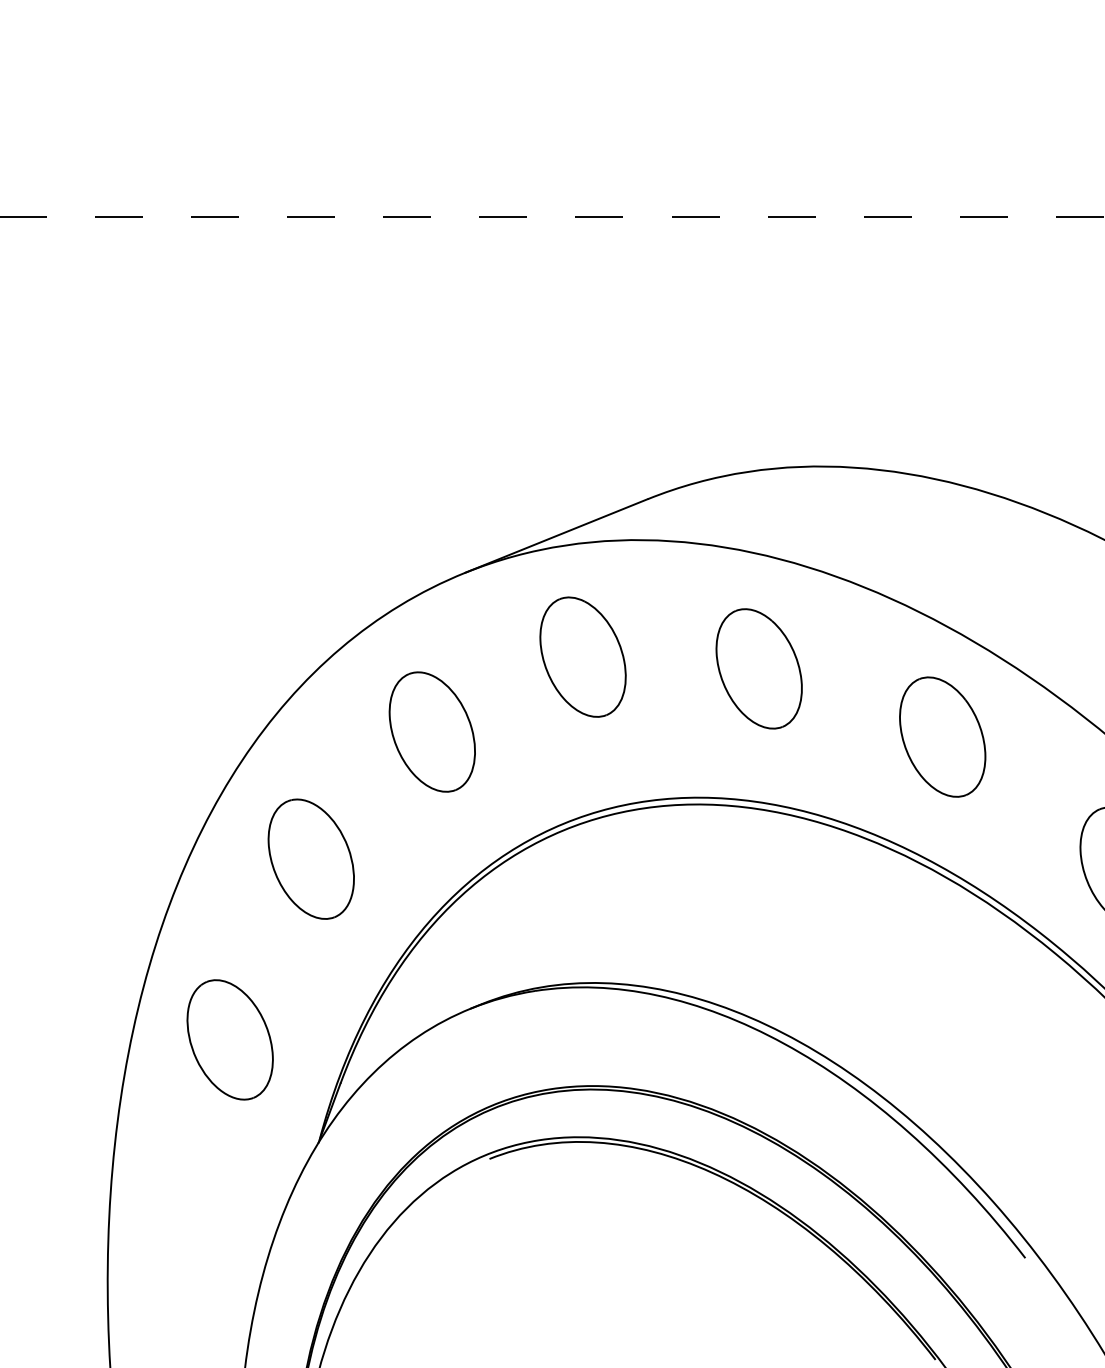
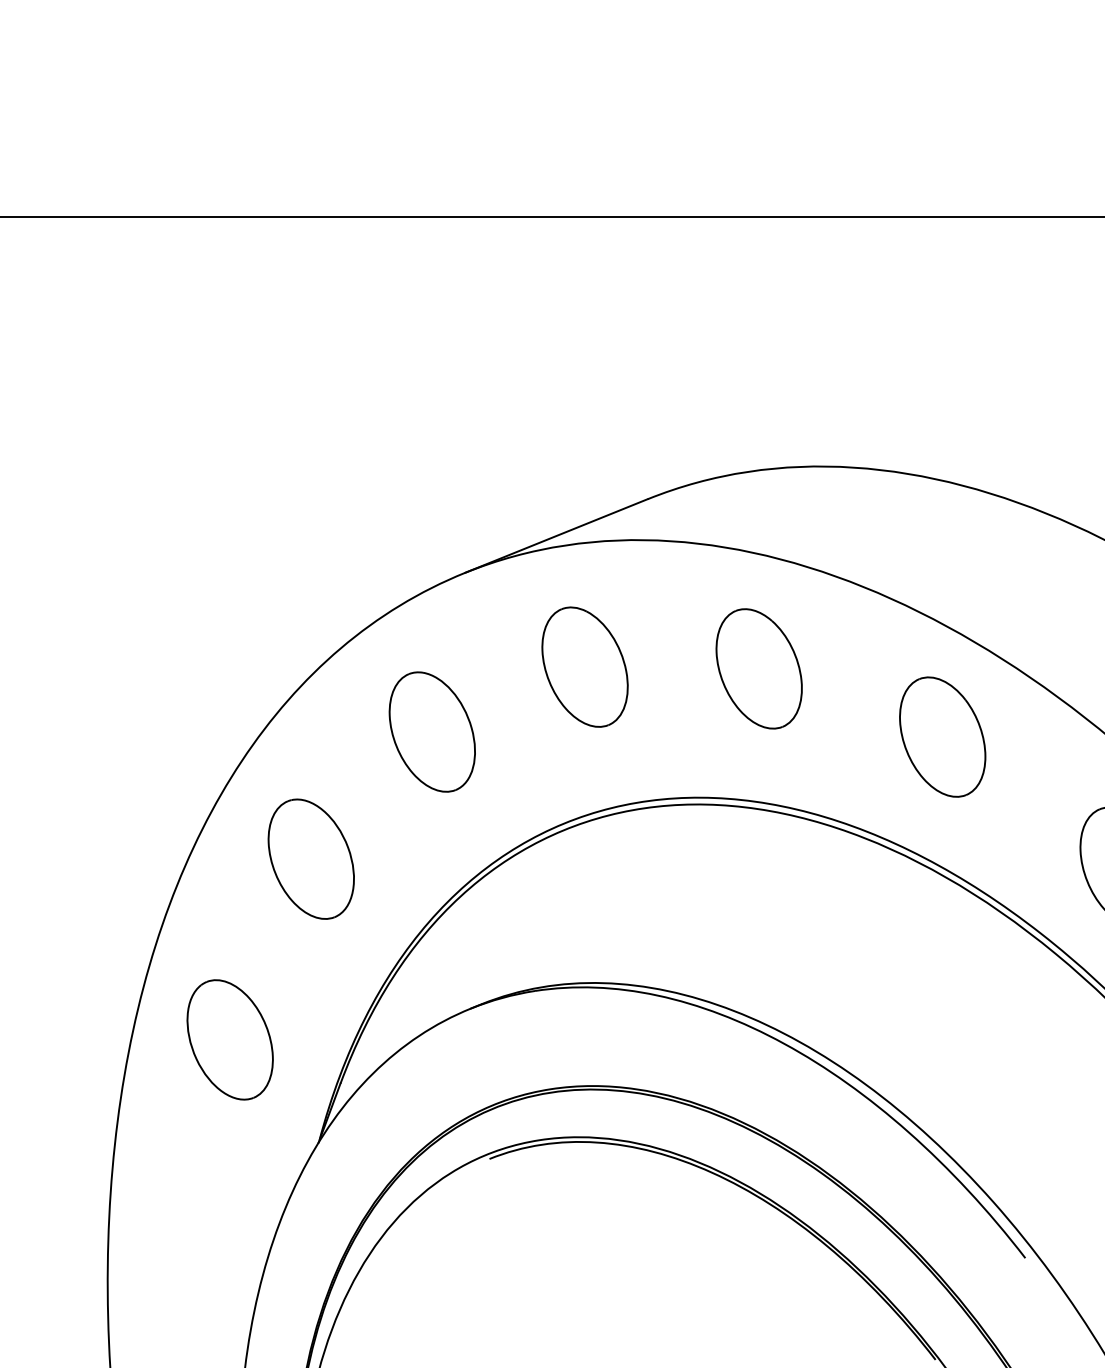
line at (552, 217): dashed -> solid
part at (582, 656) position: (582, 656) -> (584, 666)
